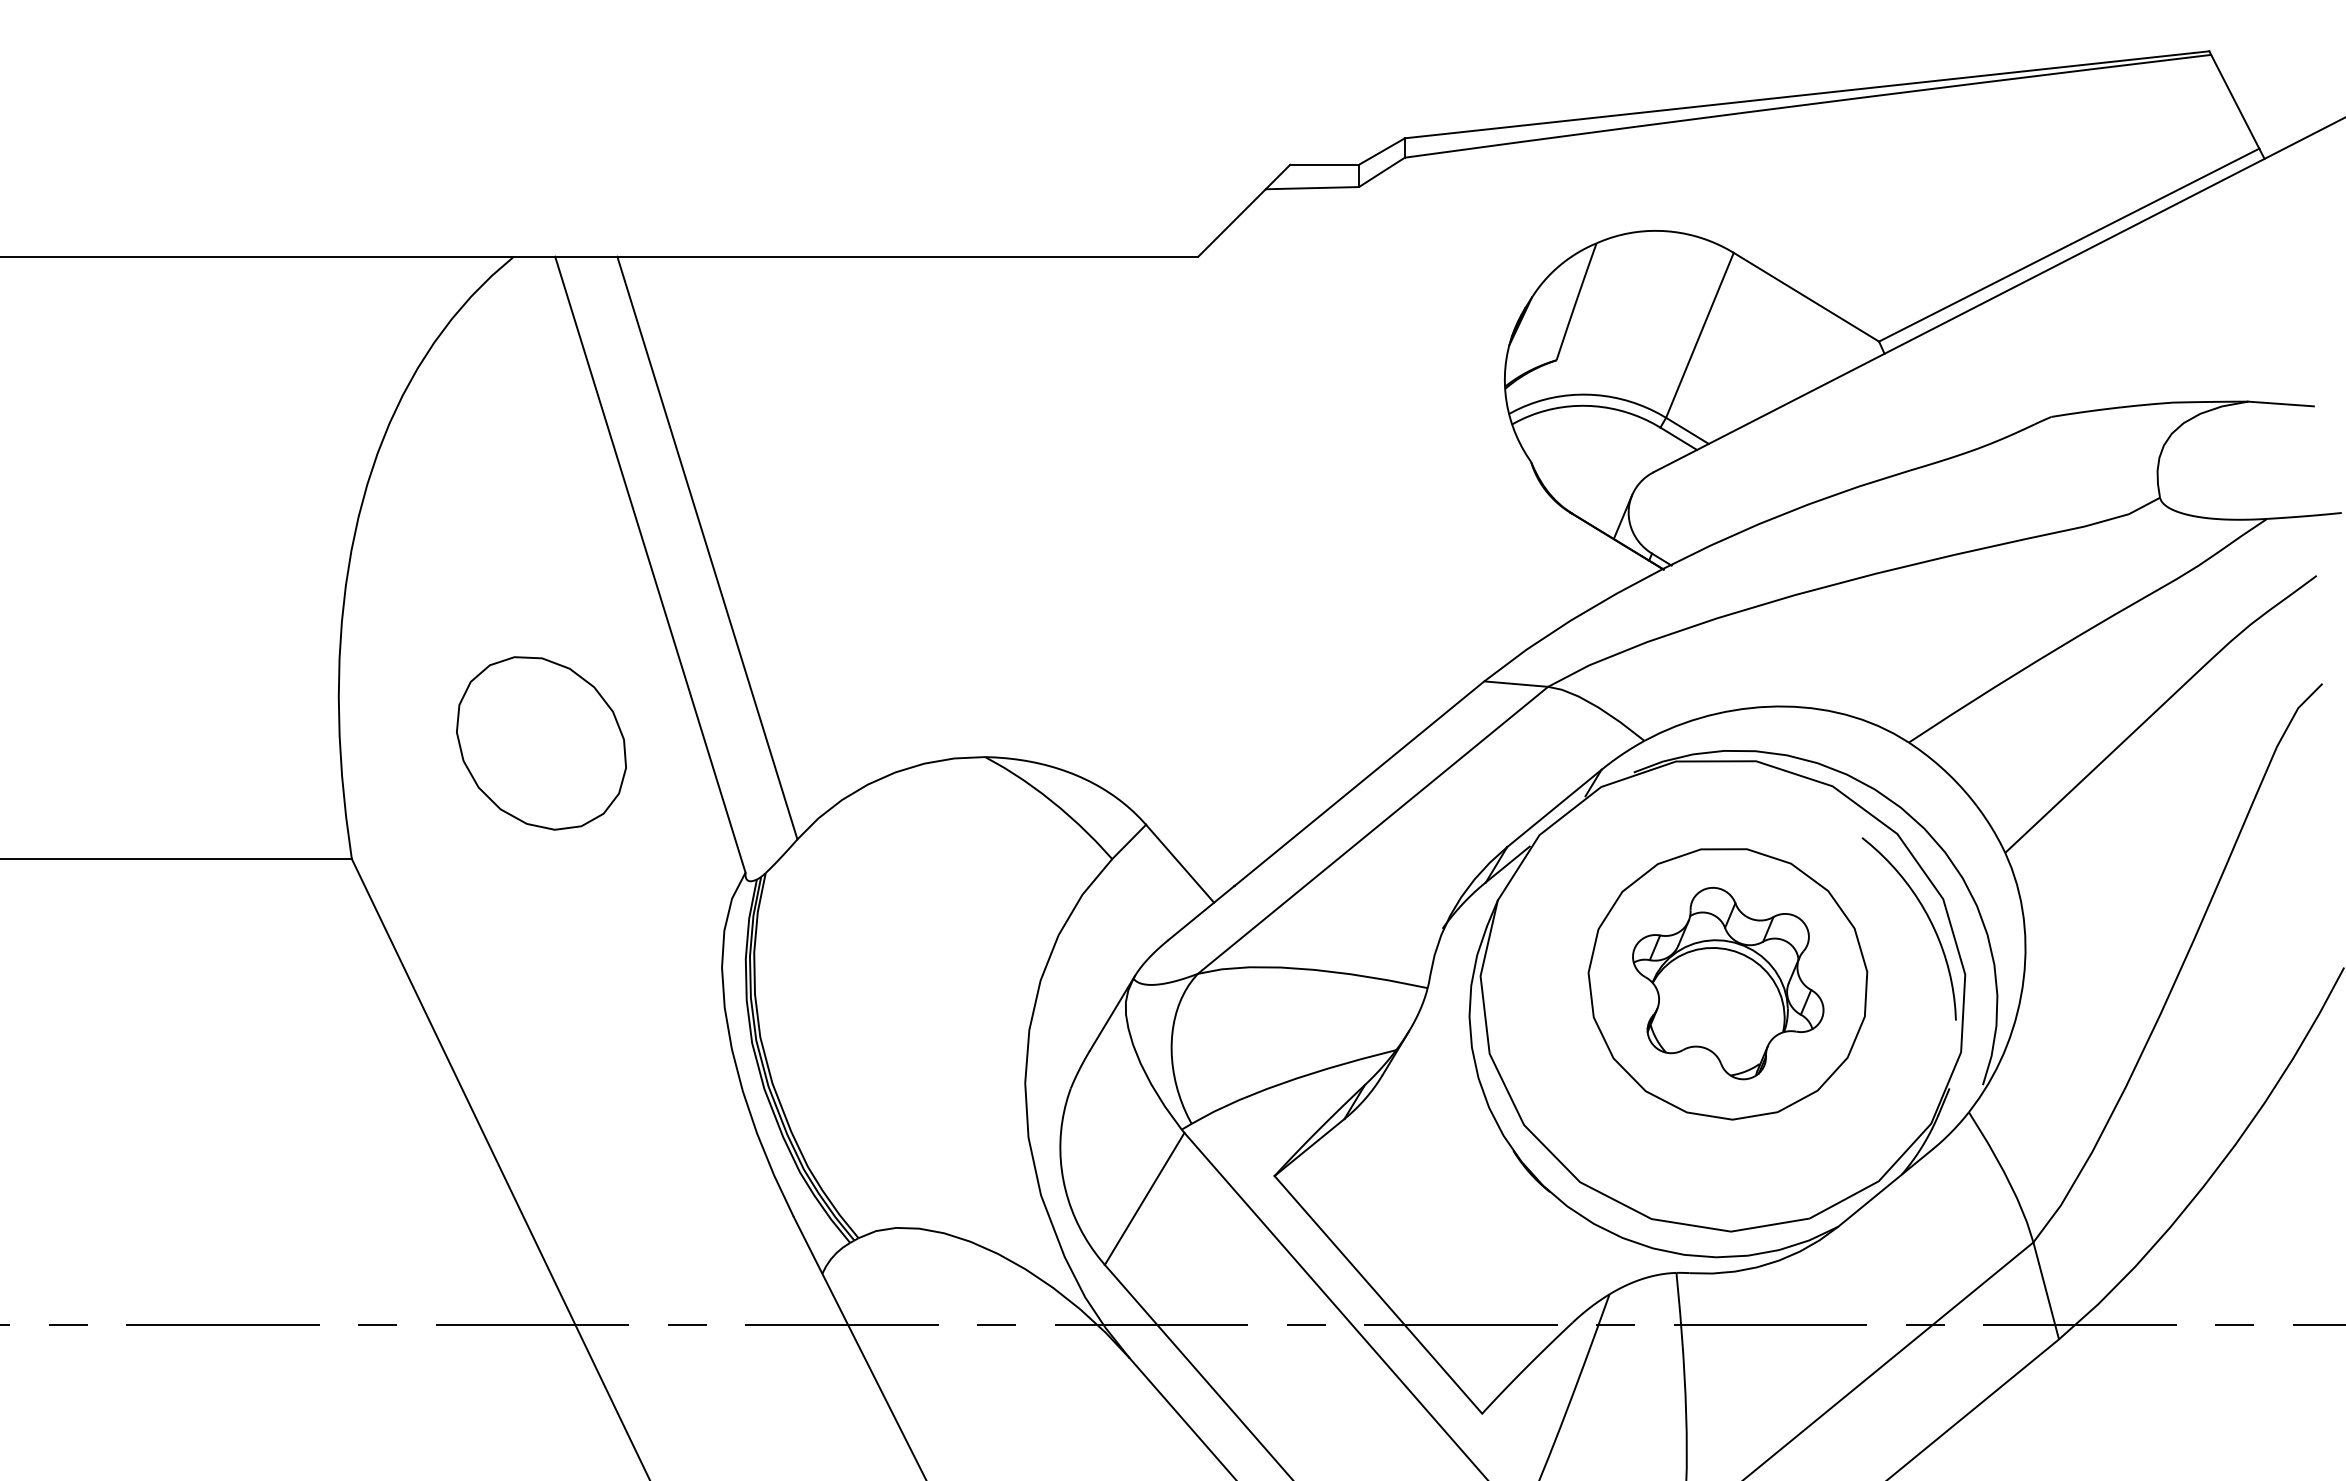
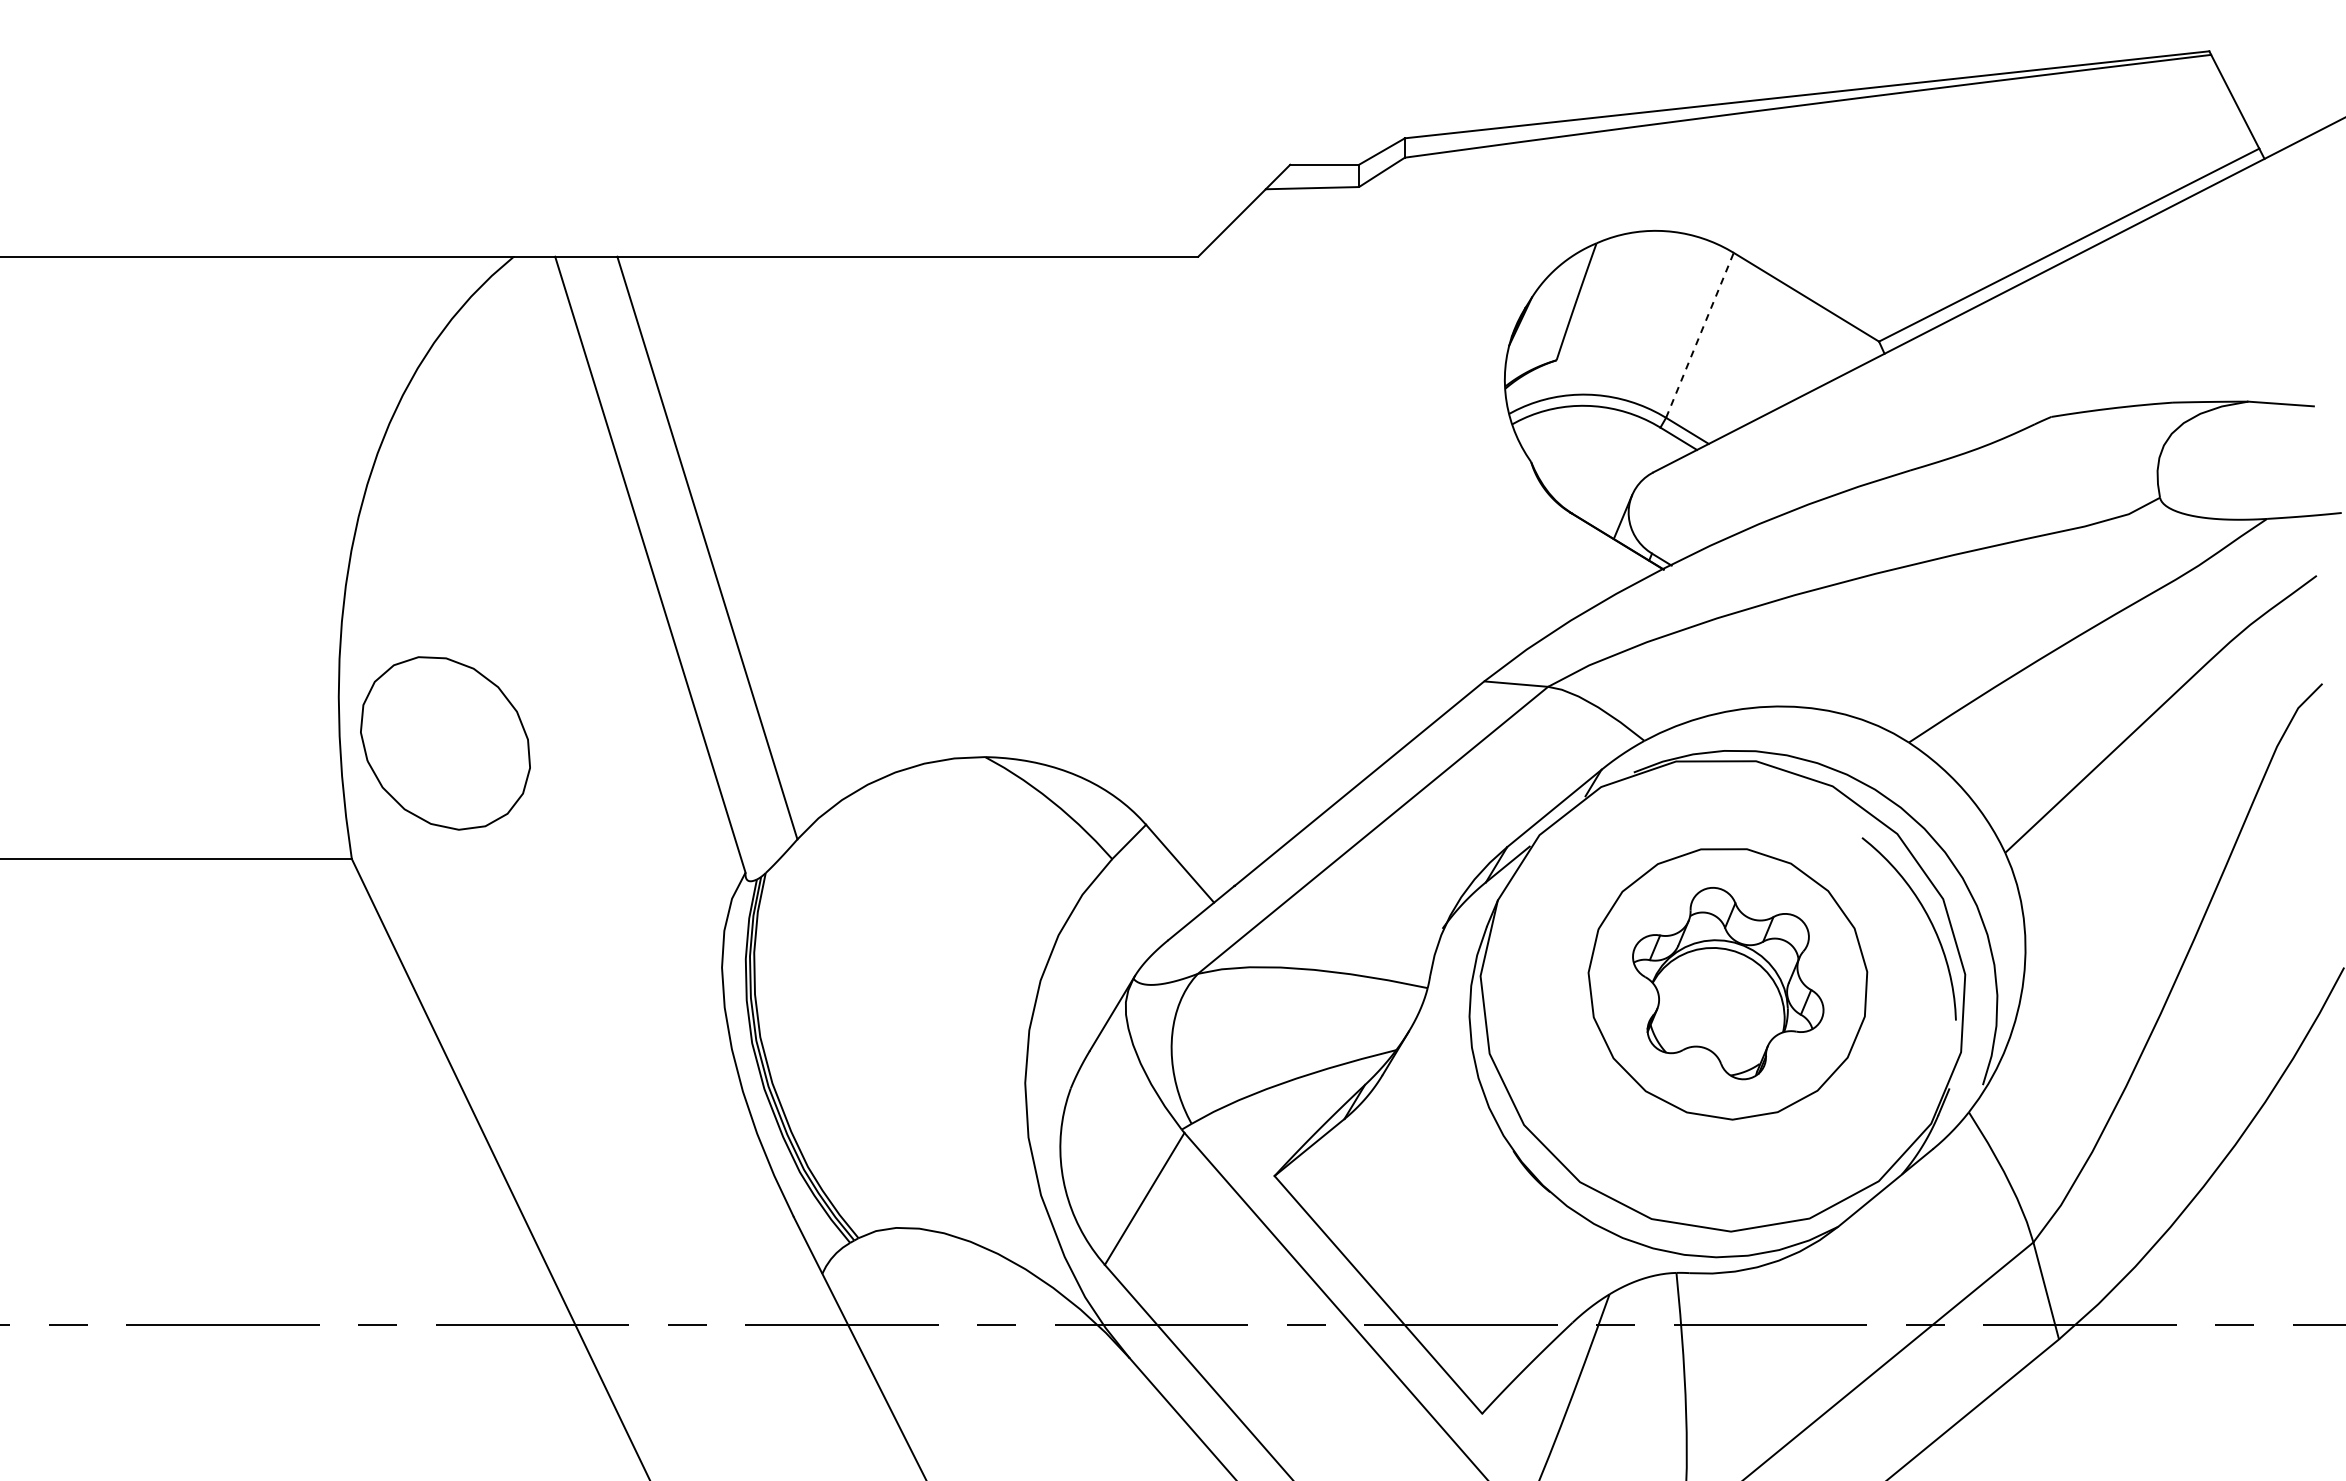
line at (1700, 334): solid -> dashed
part at (541, 743) position: (541, 743) -> (445, 743)
